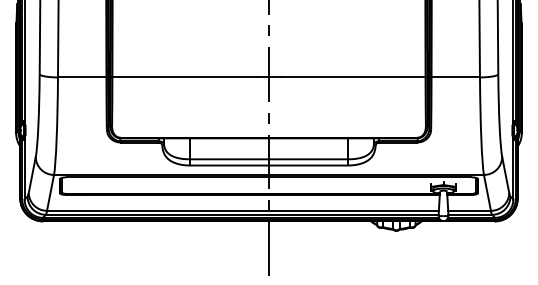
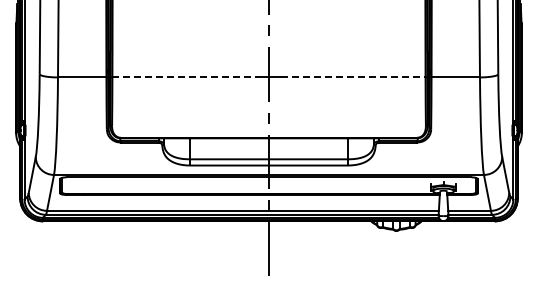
line at (185, 77): solid -> dashed
line at (353, 77): solid -> dashed
